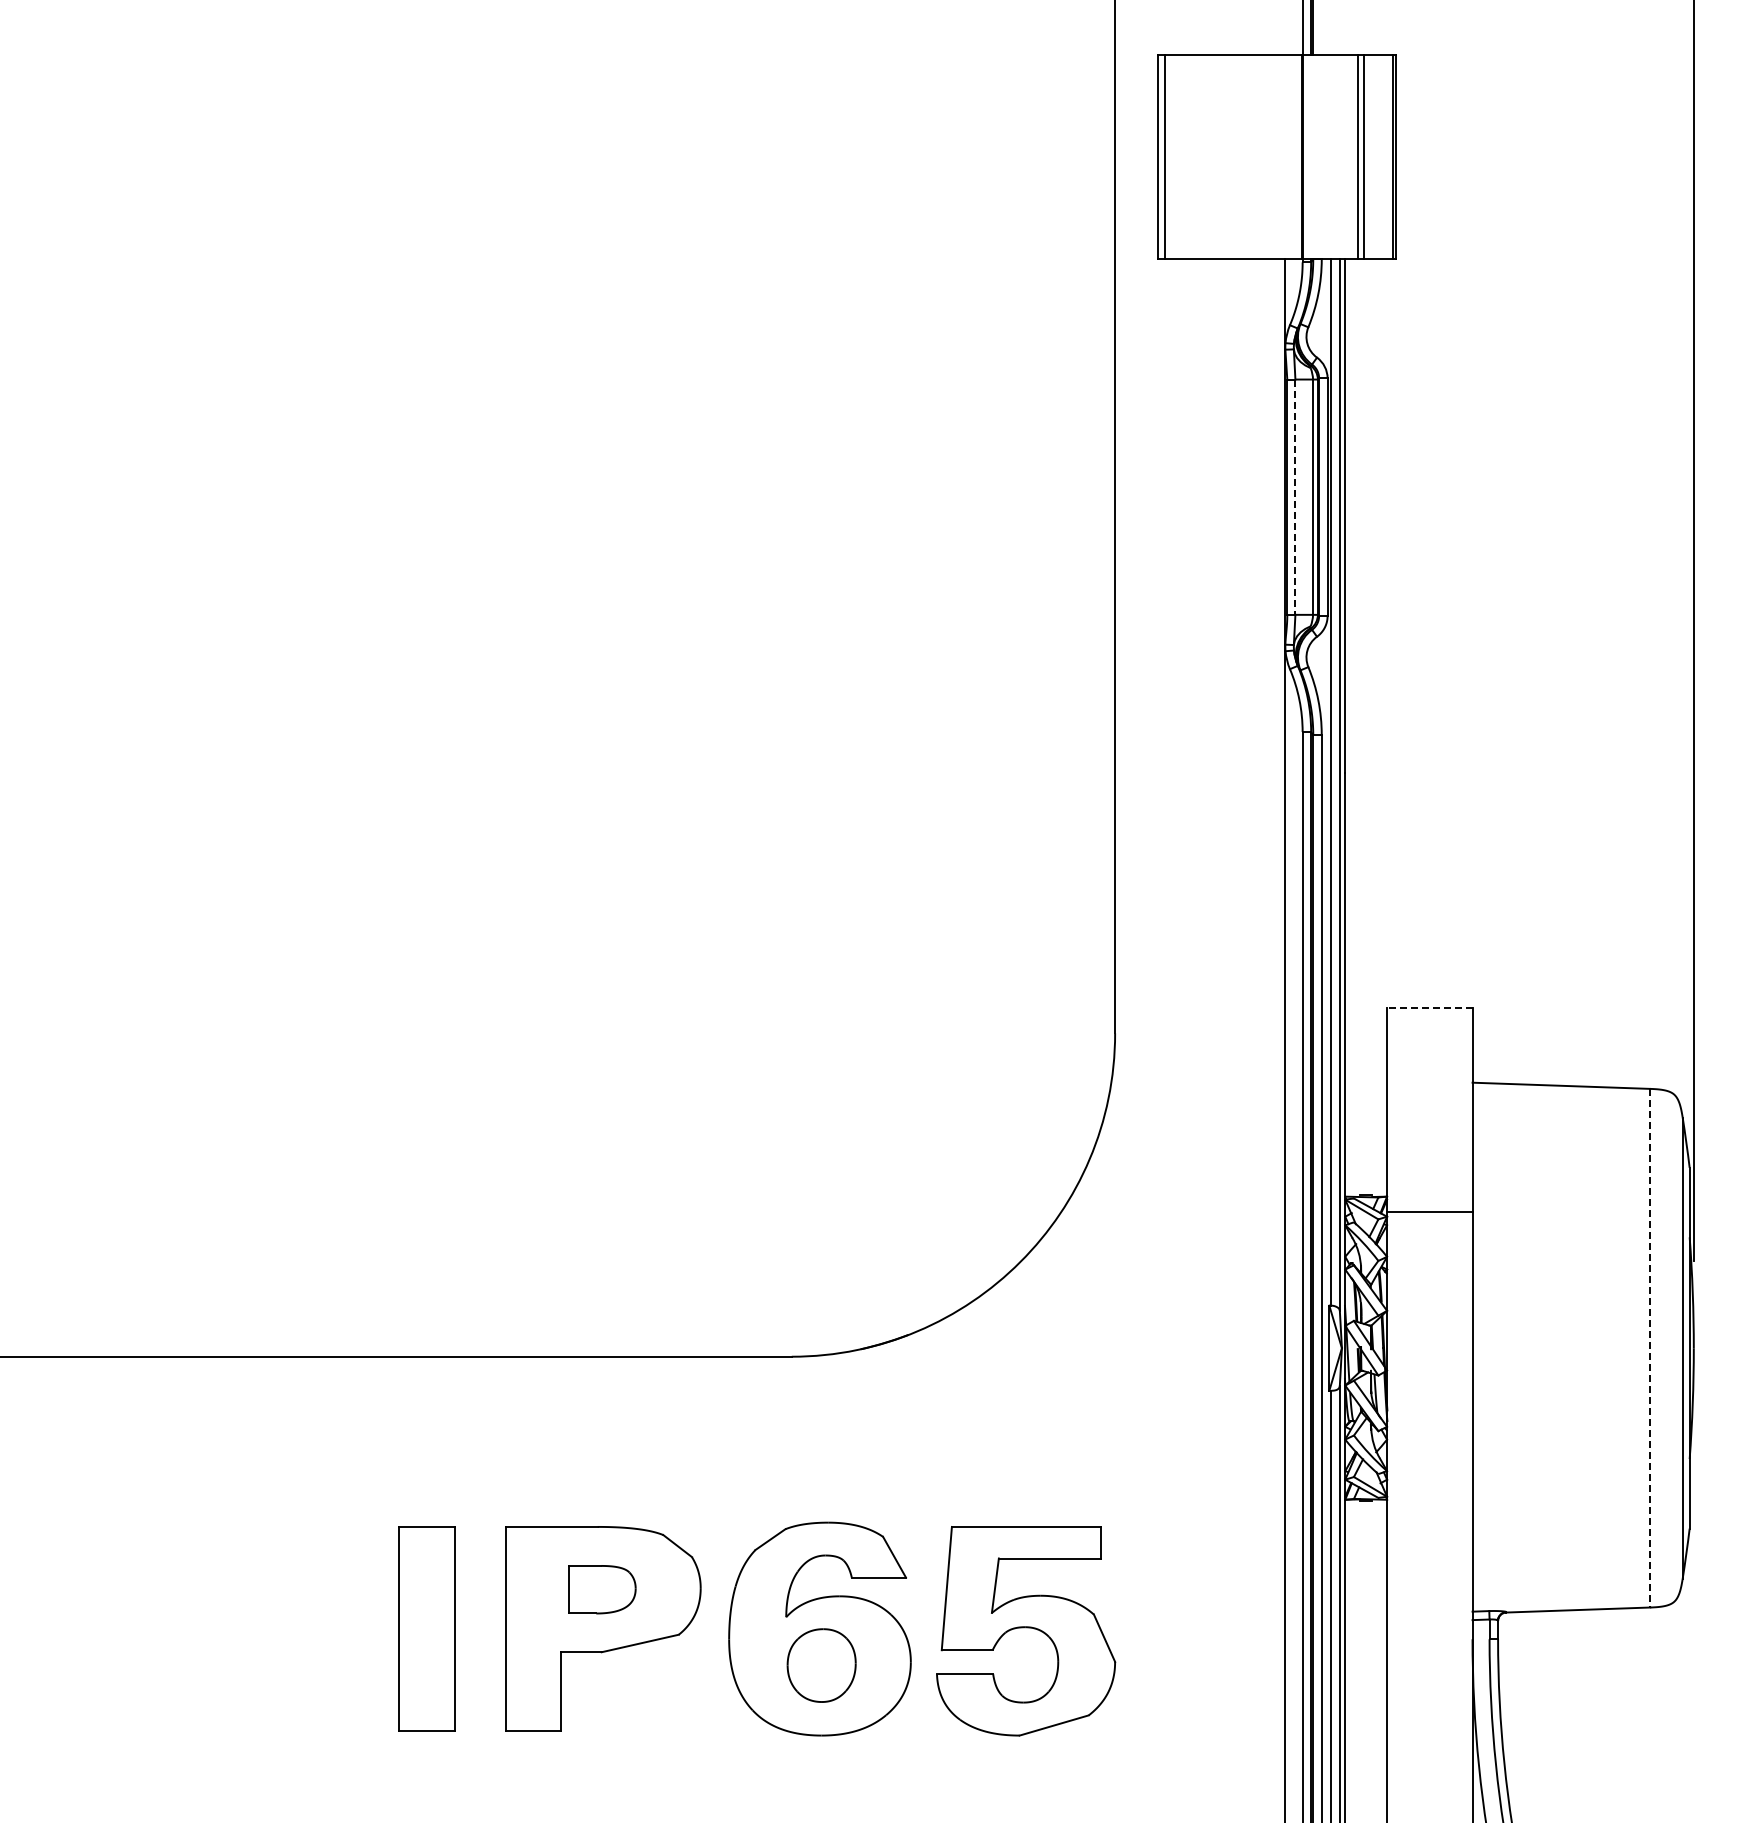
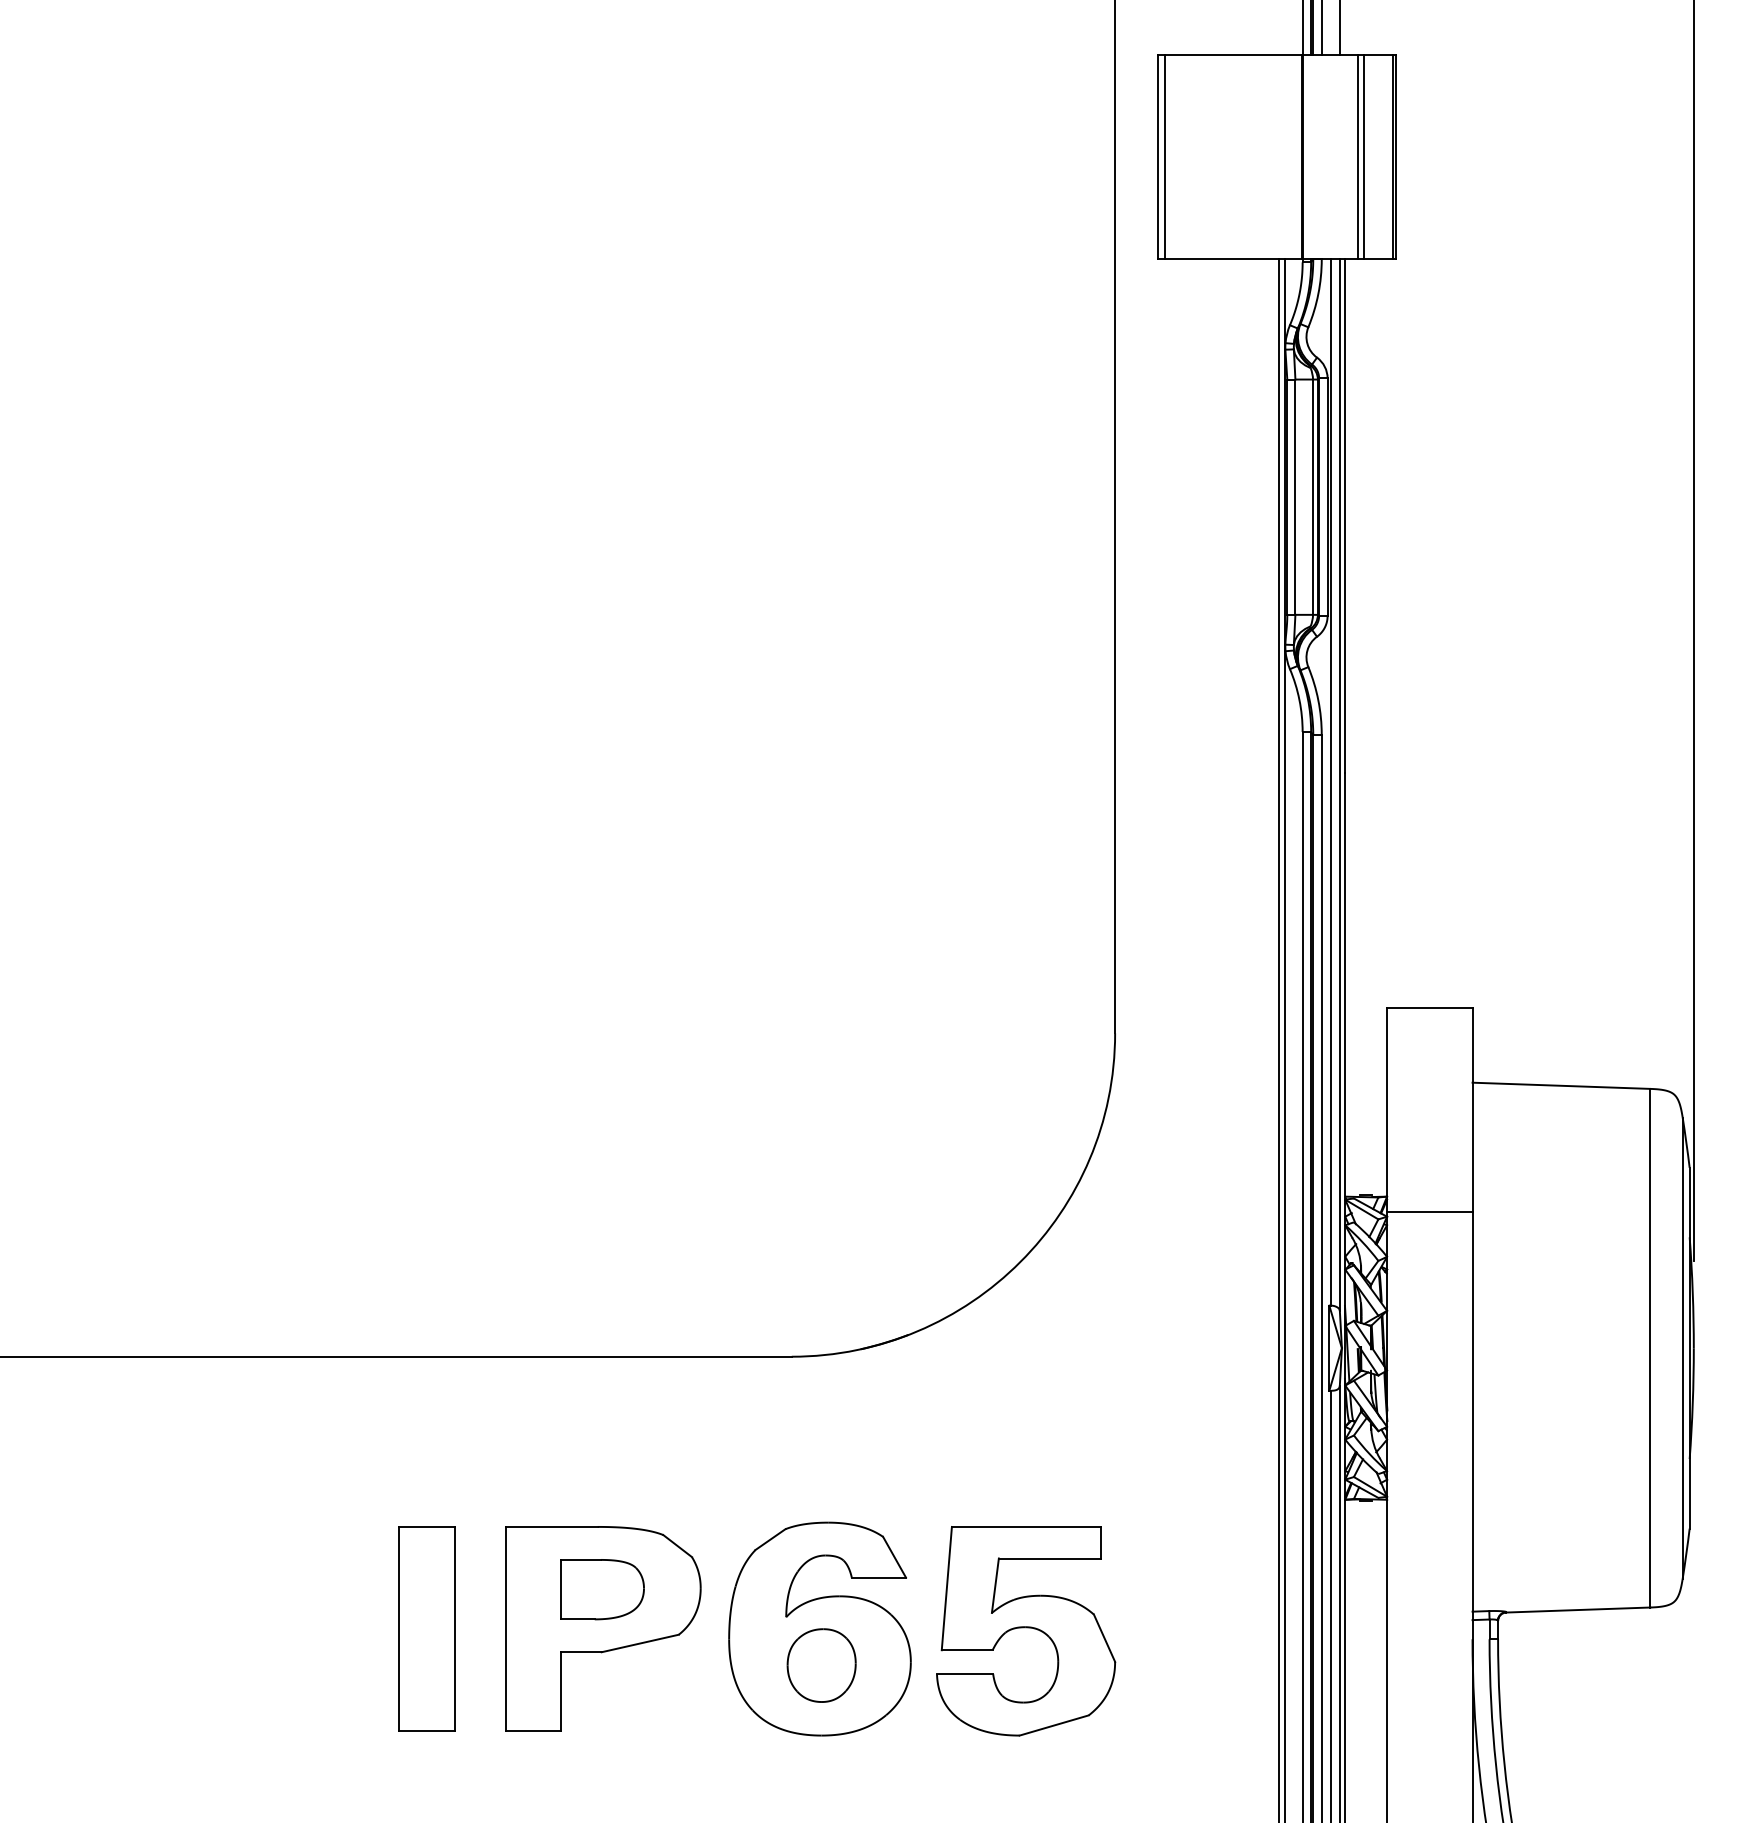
line at (1321, 28): none -> present
line at (1339, 28): none -> present
line at (1295, 497): dashed -> solid
line at (1430, 1007): dashed -> solid
line at (1278, 1038): none -> present
line at (1650, 1348): dashed -> solid
part at (602, 1589) size: 69x50 px -> 85x62 px
